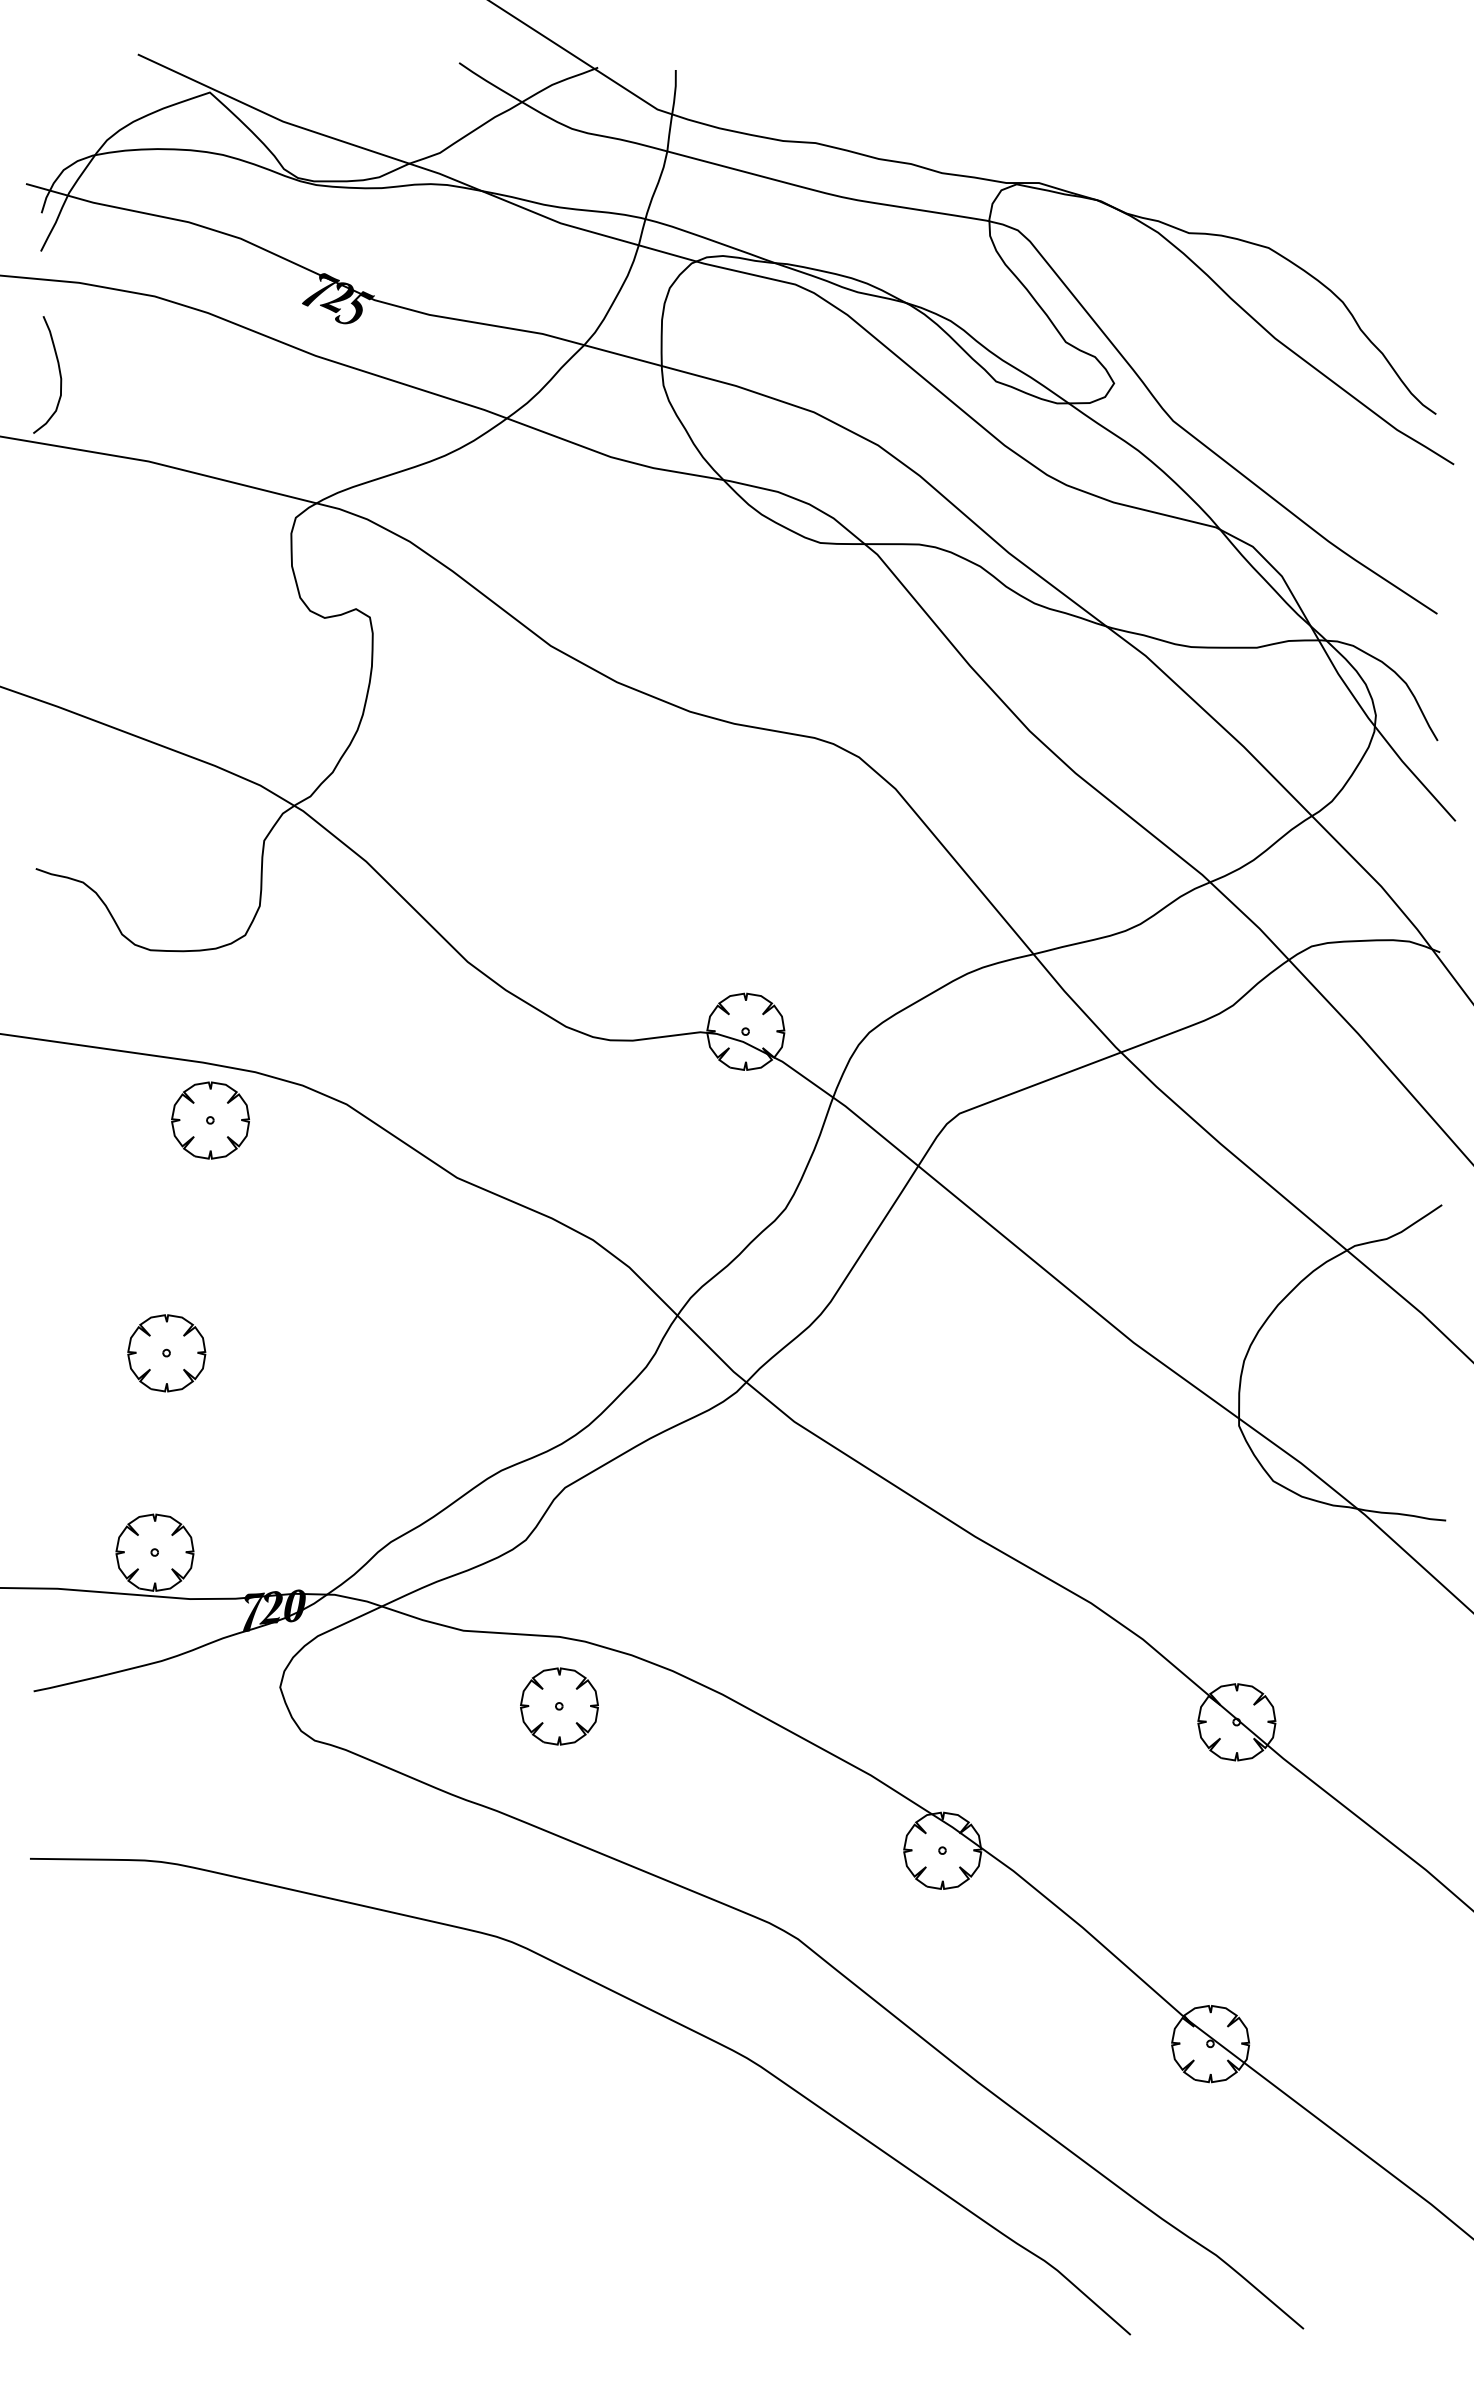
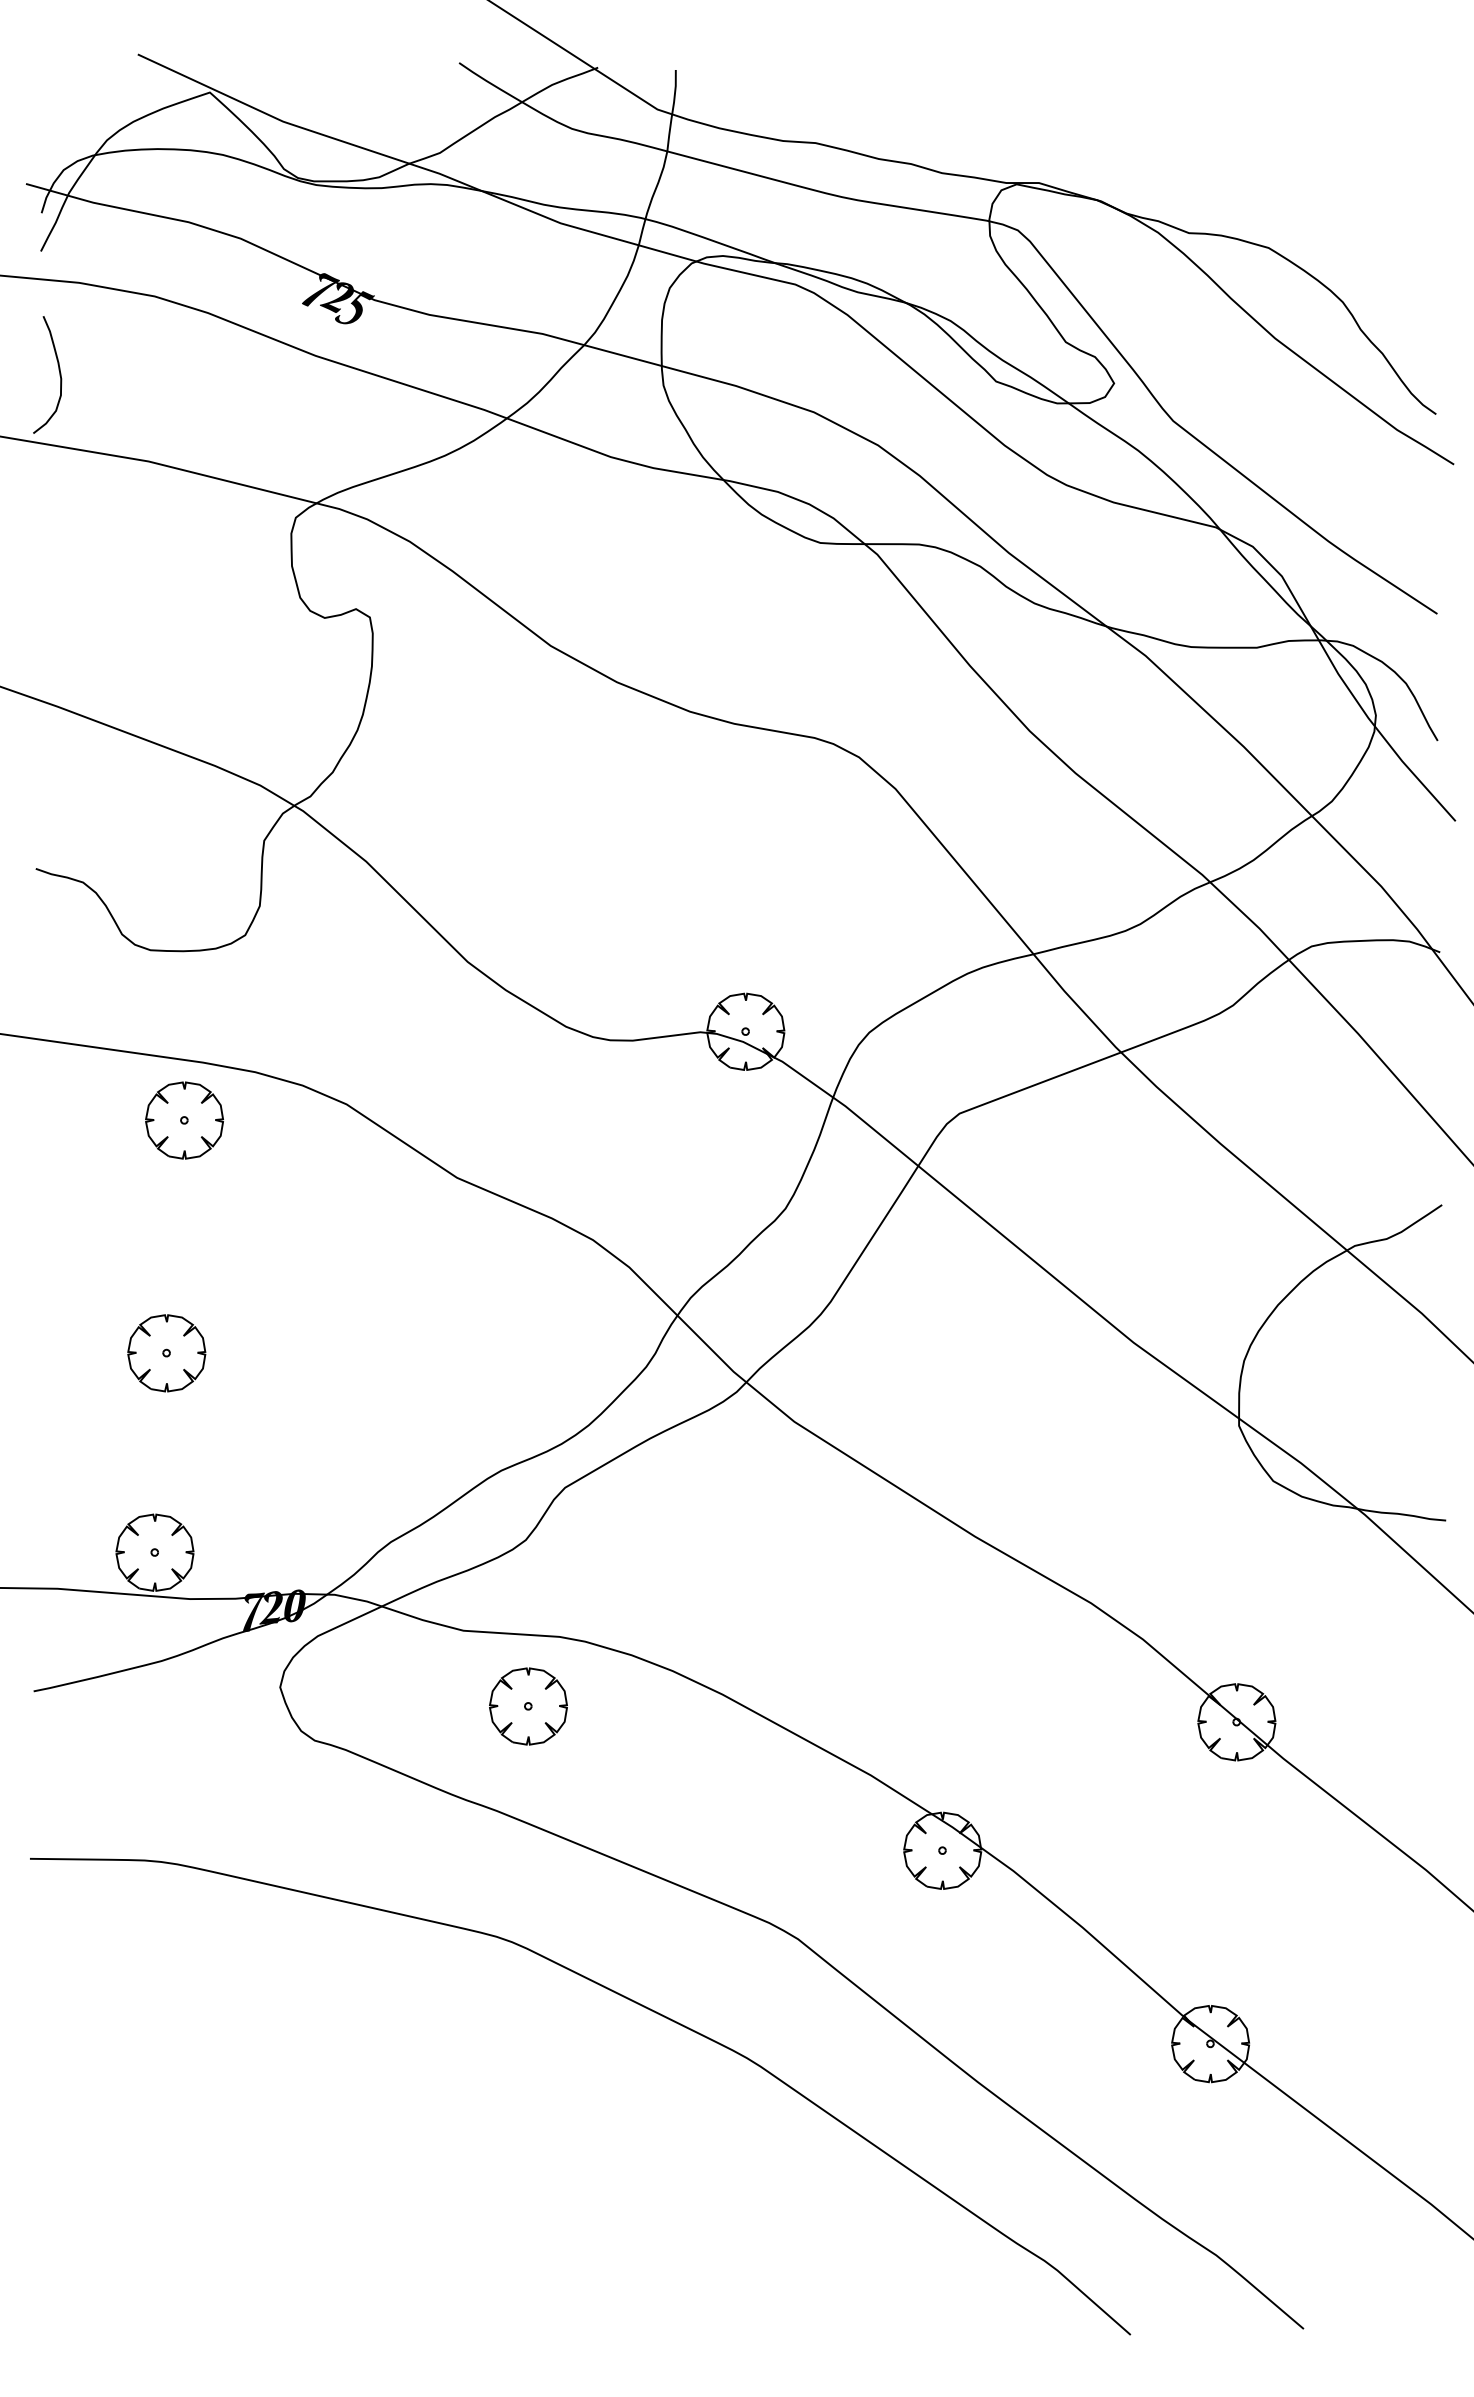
part at (210, 1120) position: (210, 1120) -> (184, 1120)
part at (559, 1706) position: (559, 1706) -> (528, 1706)
